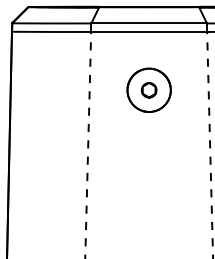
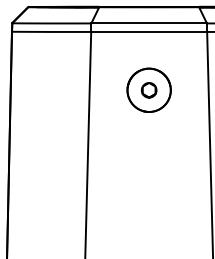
line at (88, 144): dashed -> solid
line at (210, 144): dashed -> solid
